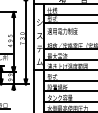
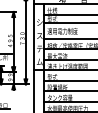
line at (68, 38): none -> present
